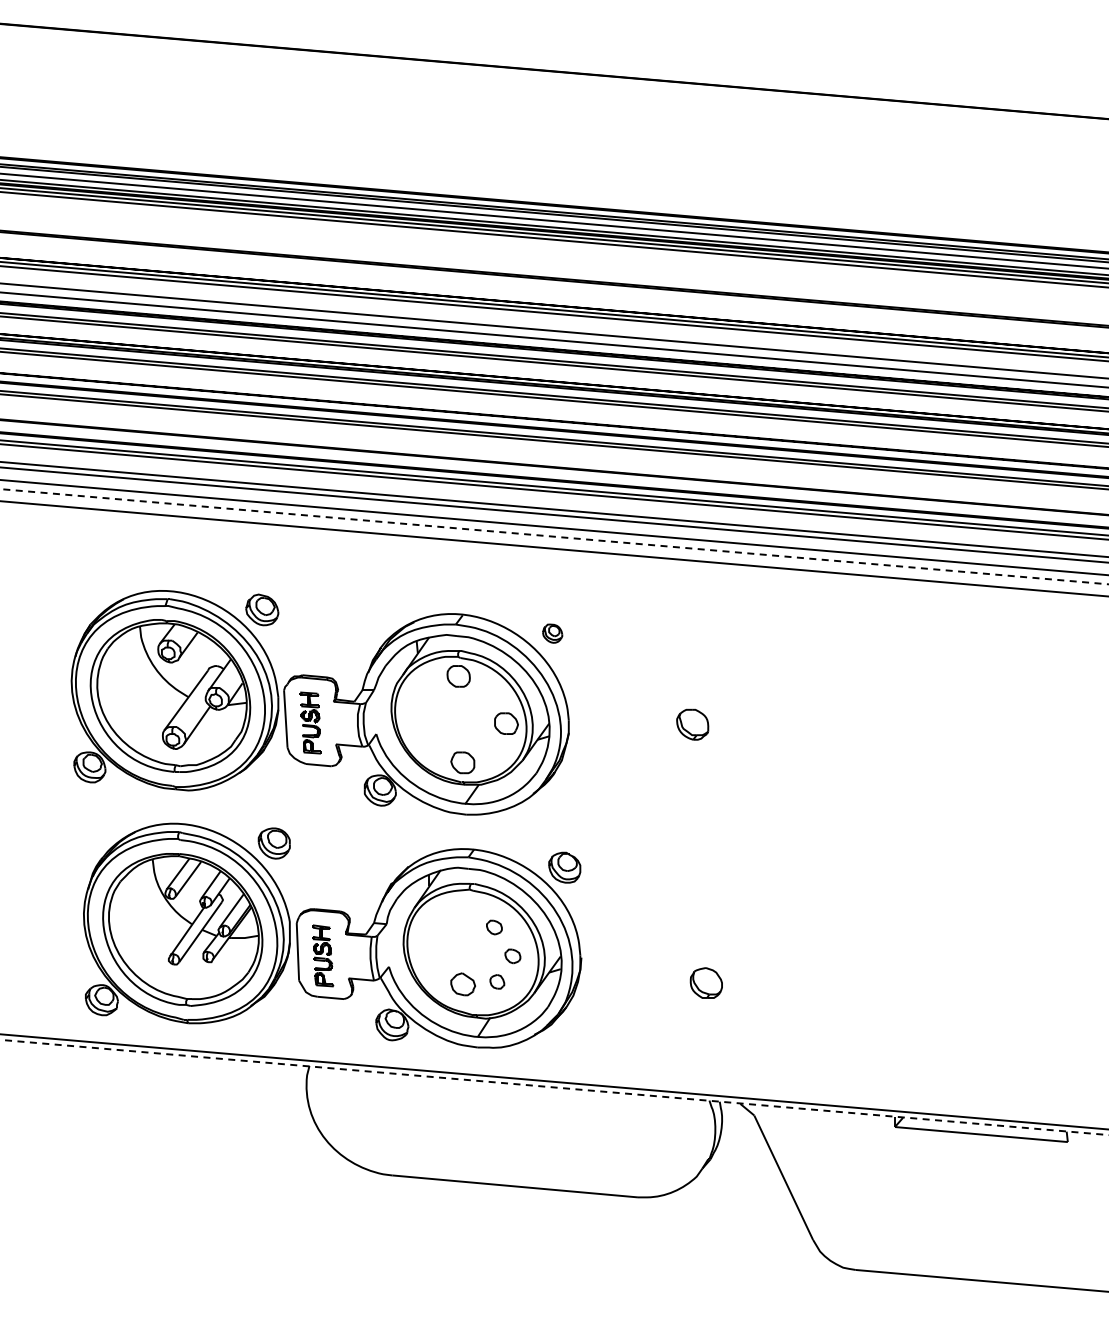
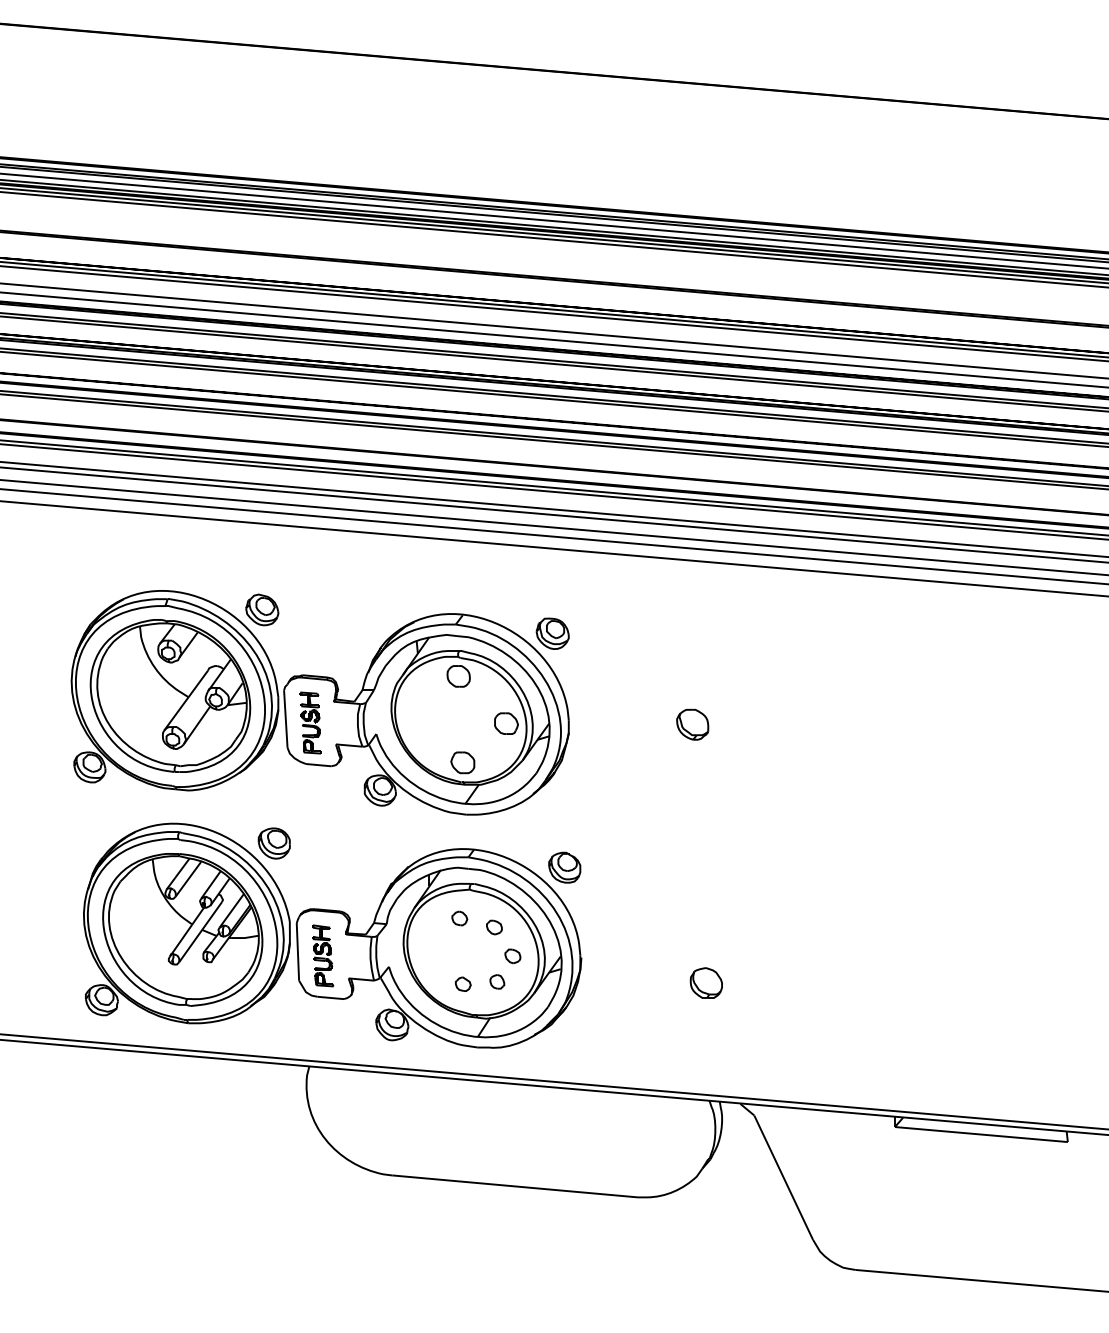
line at (554, 536): dashed -> solid
part at (552, 633) size: 22x21 px -> 35x33 px
part at (459, 918): none -> present
part at (462, 984) size: 26x25 px -> 17x16 px
line at (555, 1087): dashed -> solid
